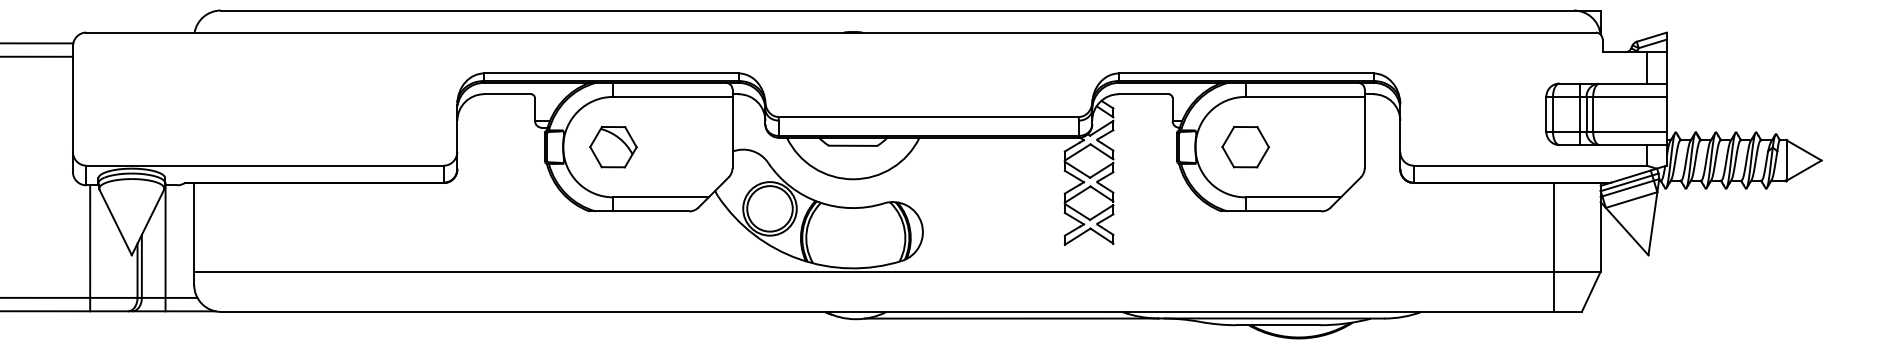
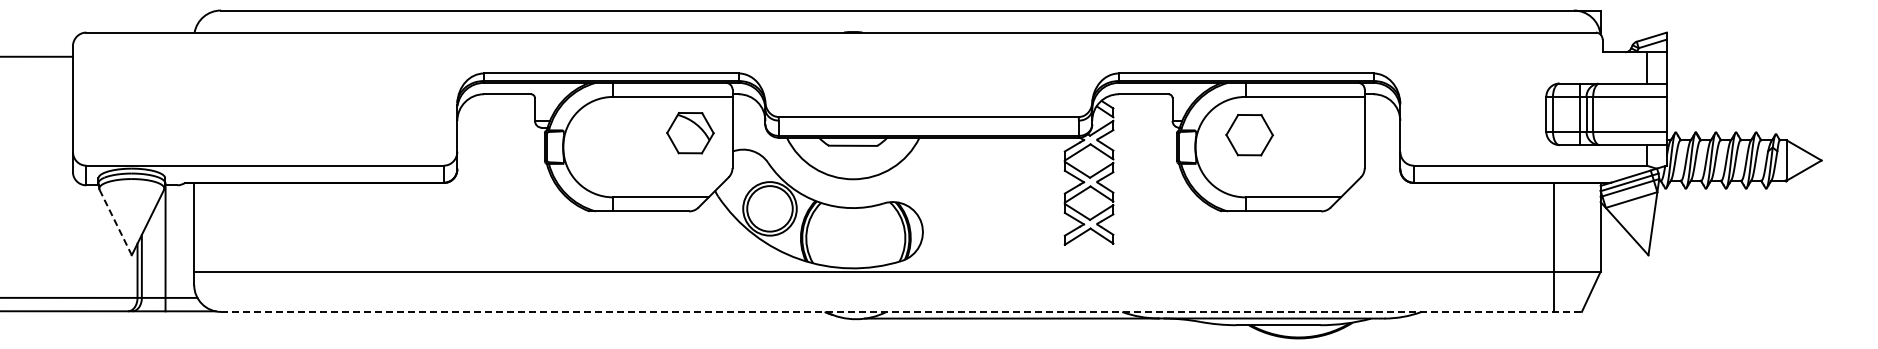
line at (37, 43): present -> none
part at (613, 147) position: (613, 147) -> (690, 133)
part at (1245, 147) position: (1245, 147) -> (1249, 135)
line at (115, 223): solid -> dashed
line at (90, 248): present -> none
line at (901, 311): solid -> dashed
